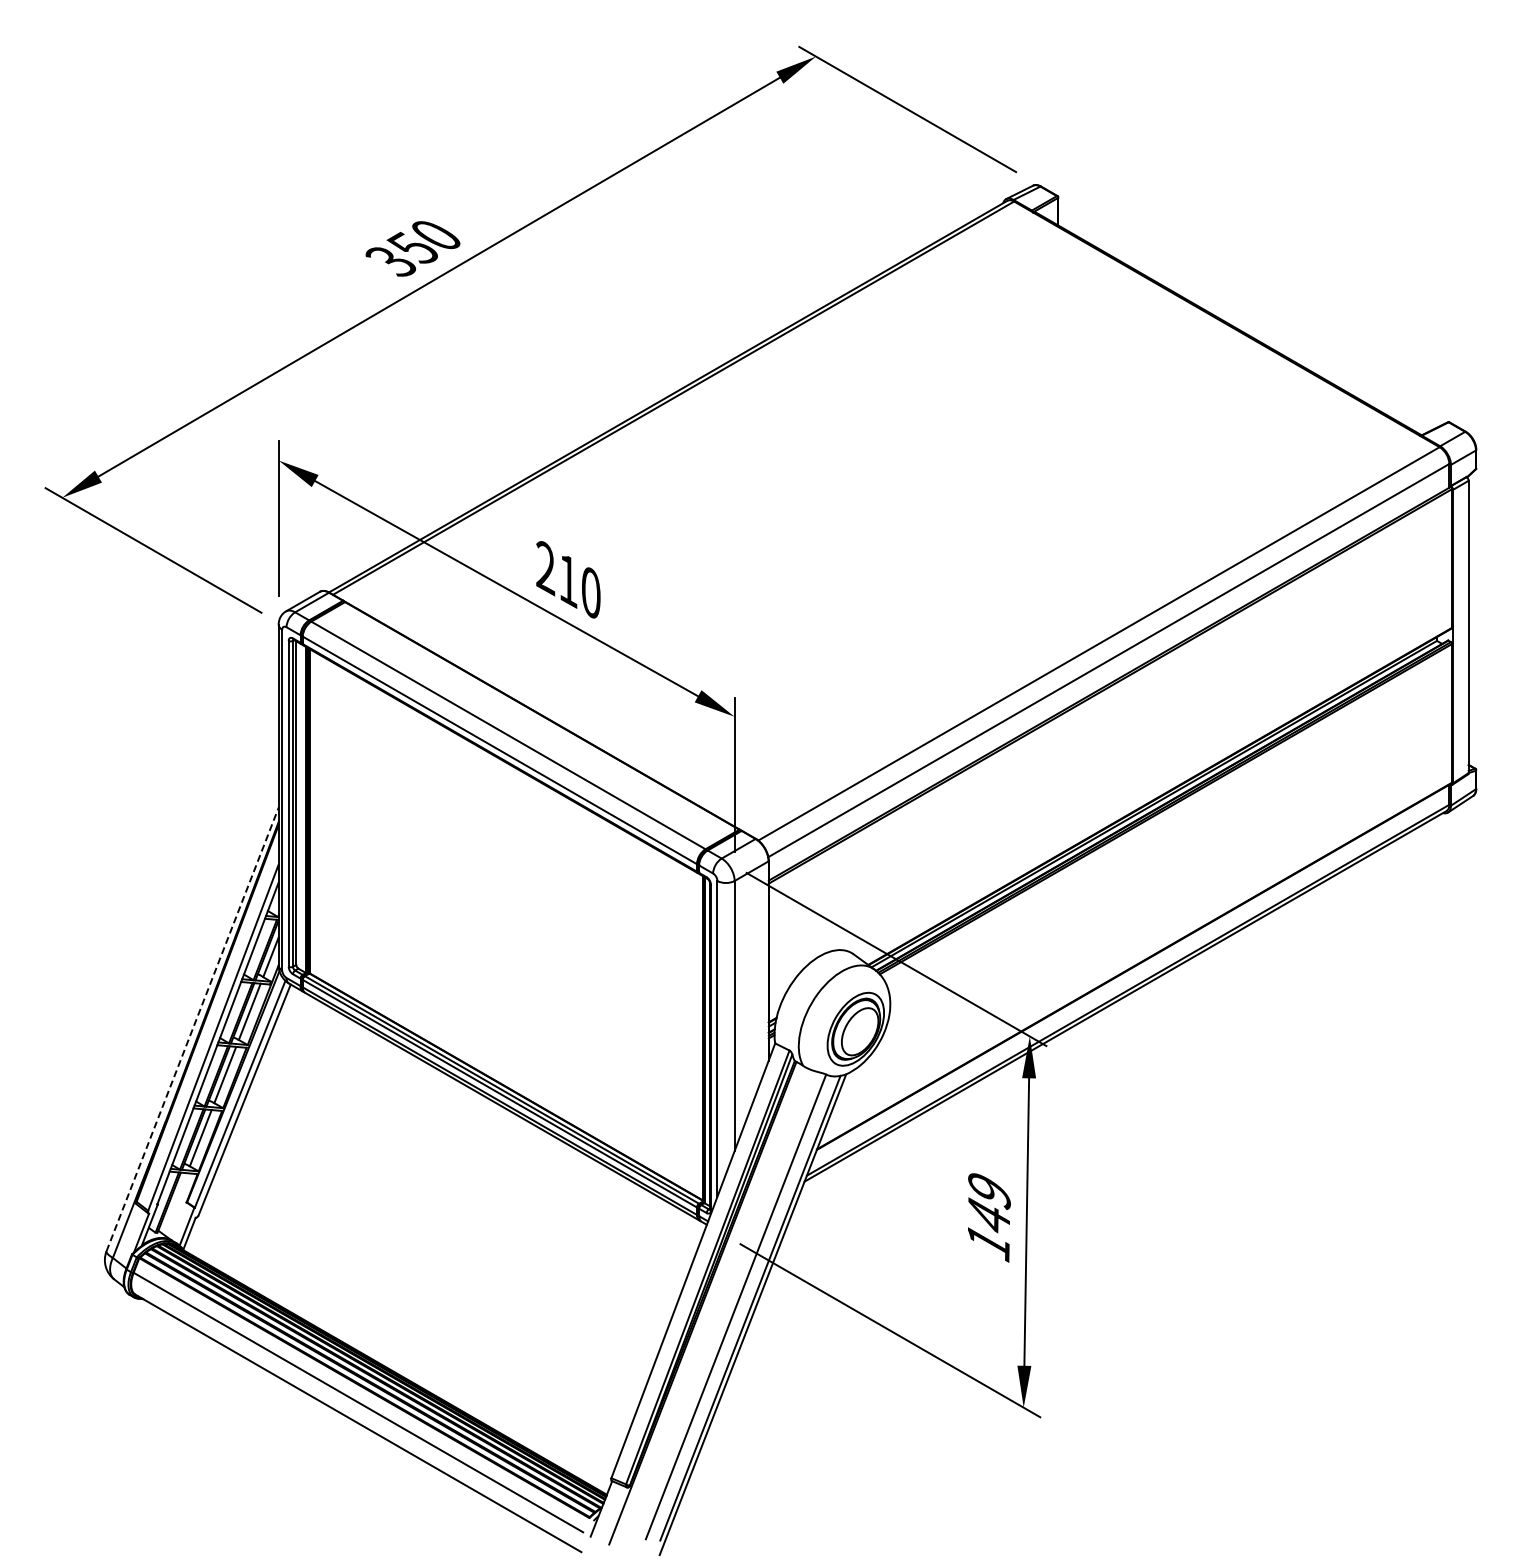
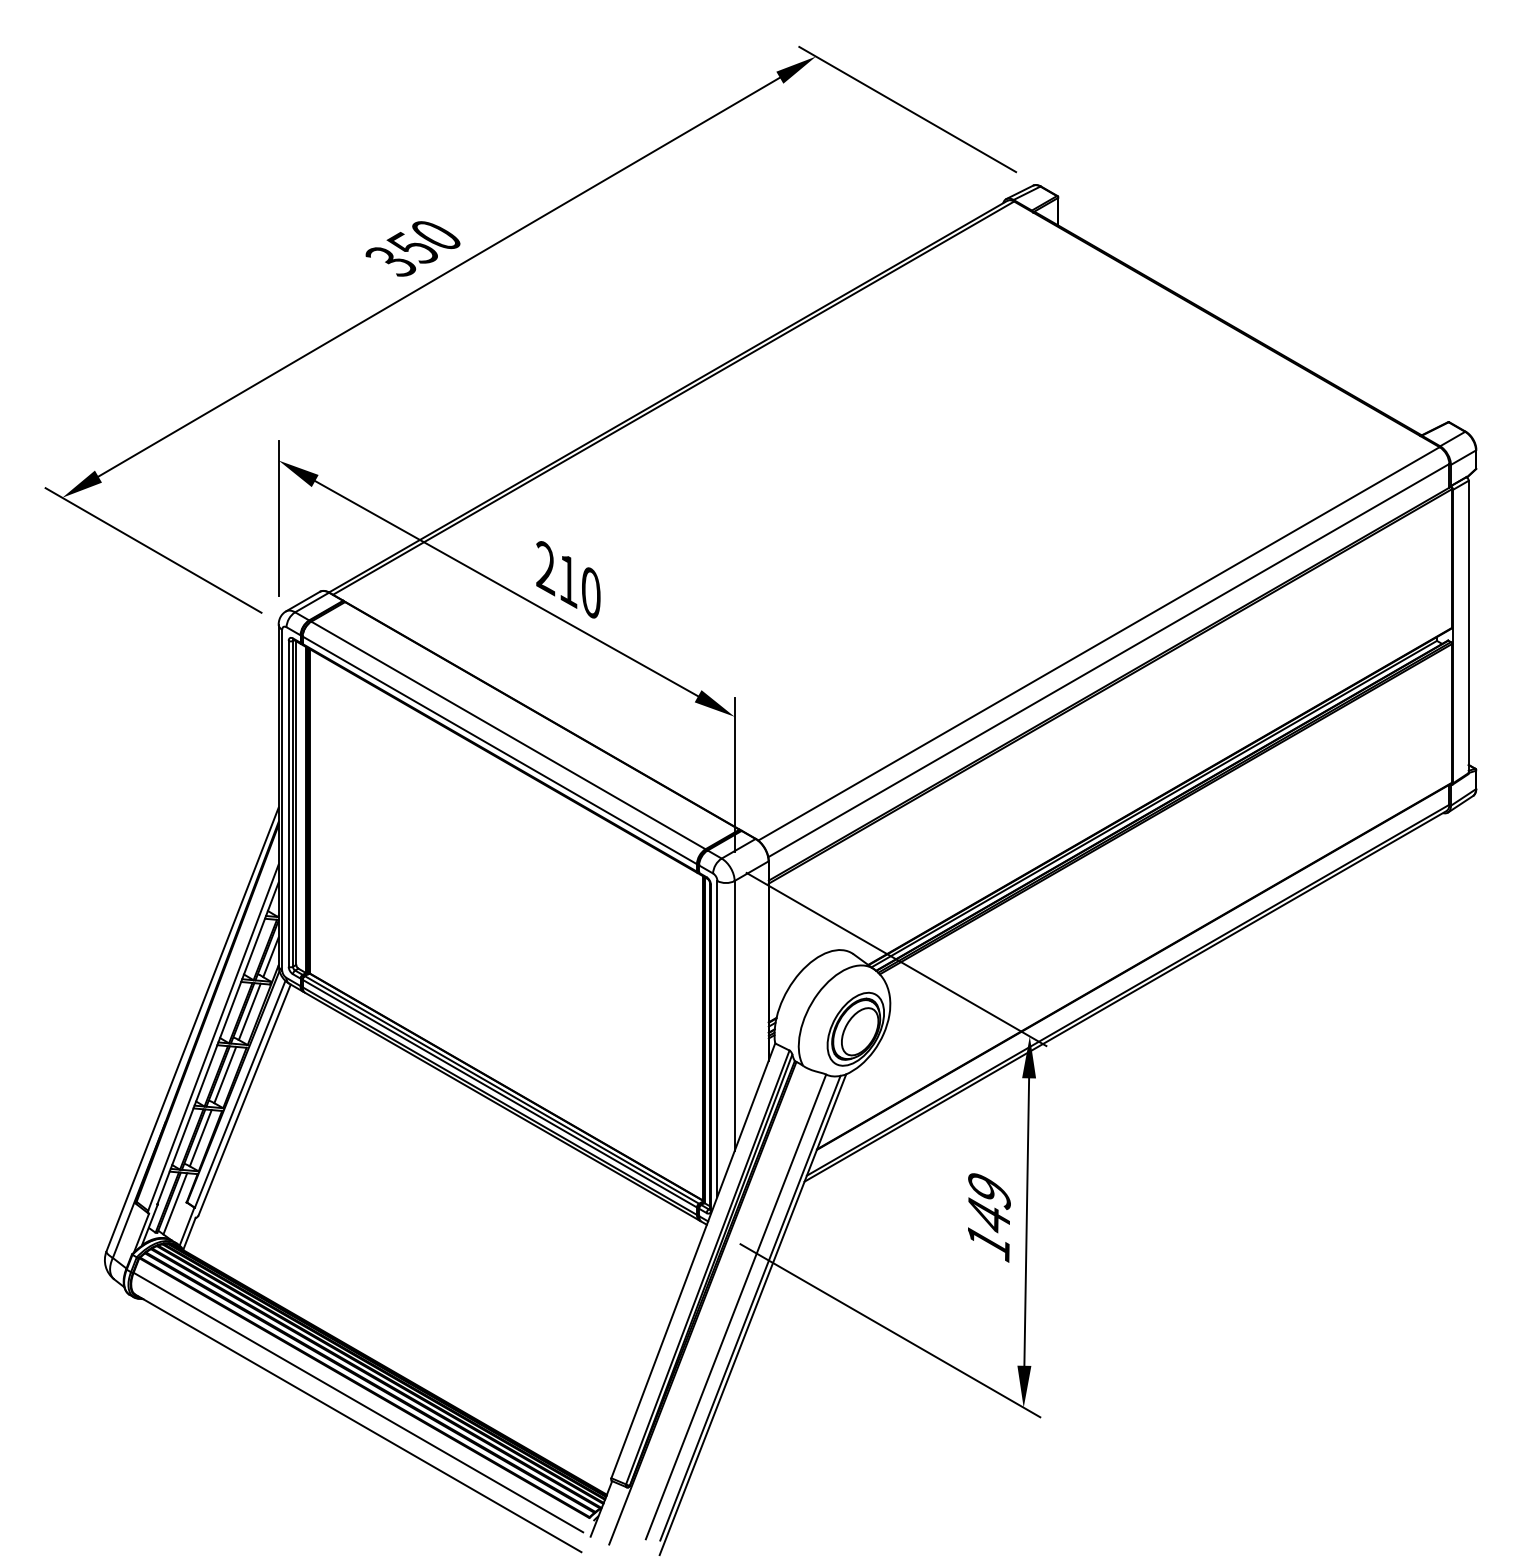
line at (192, 1029): dashed -> solid
line at (175, 1203): none -> present
